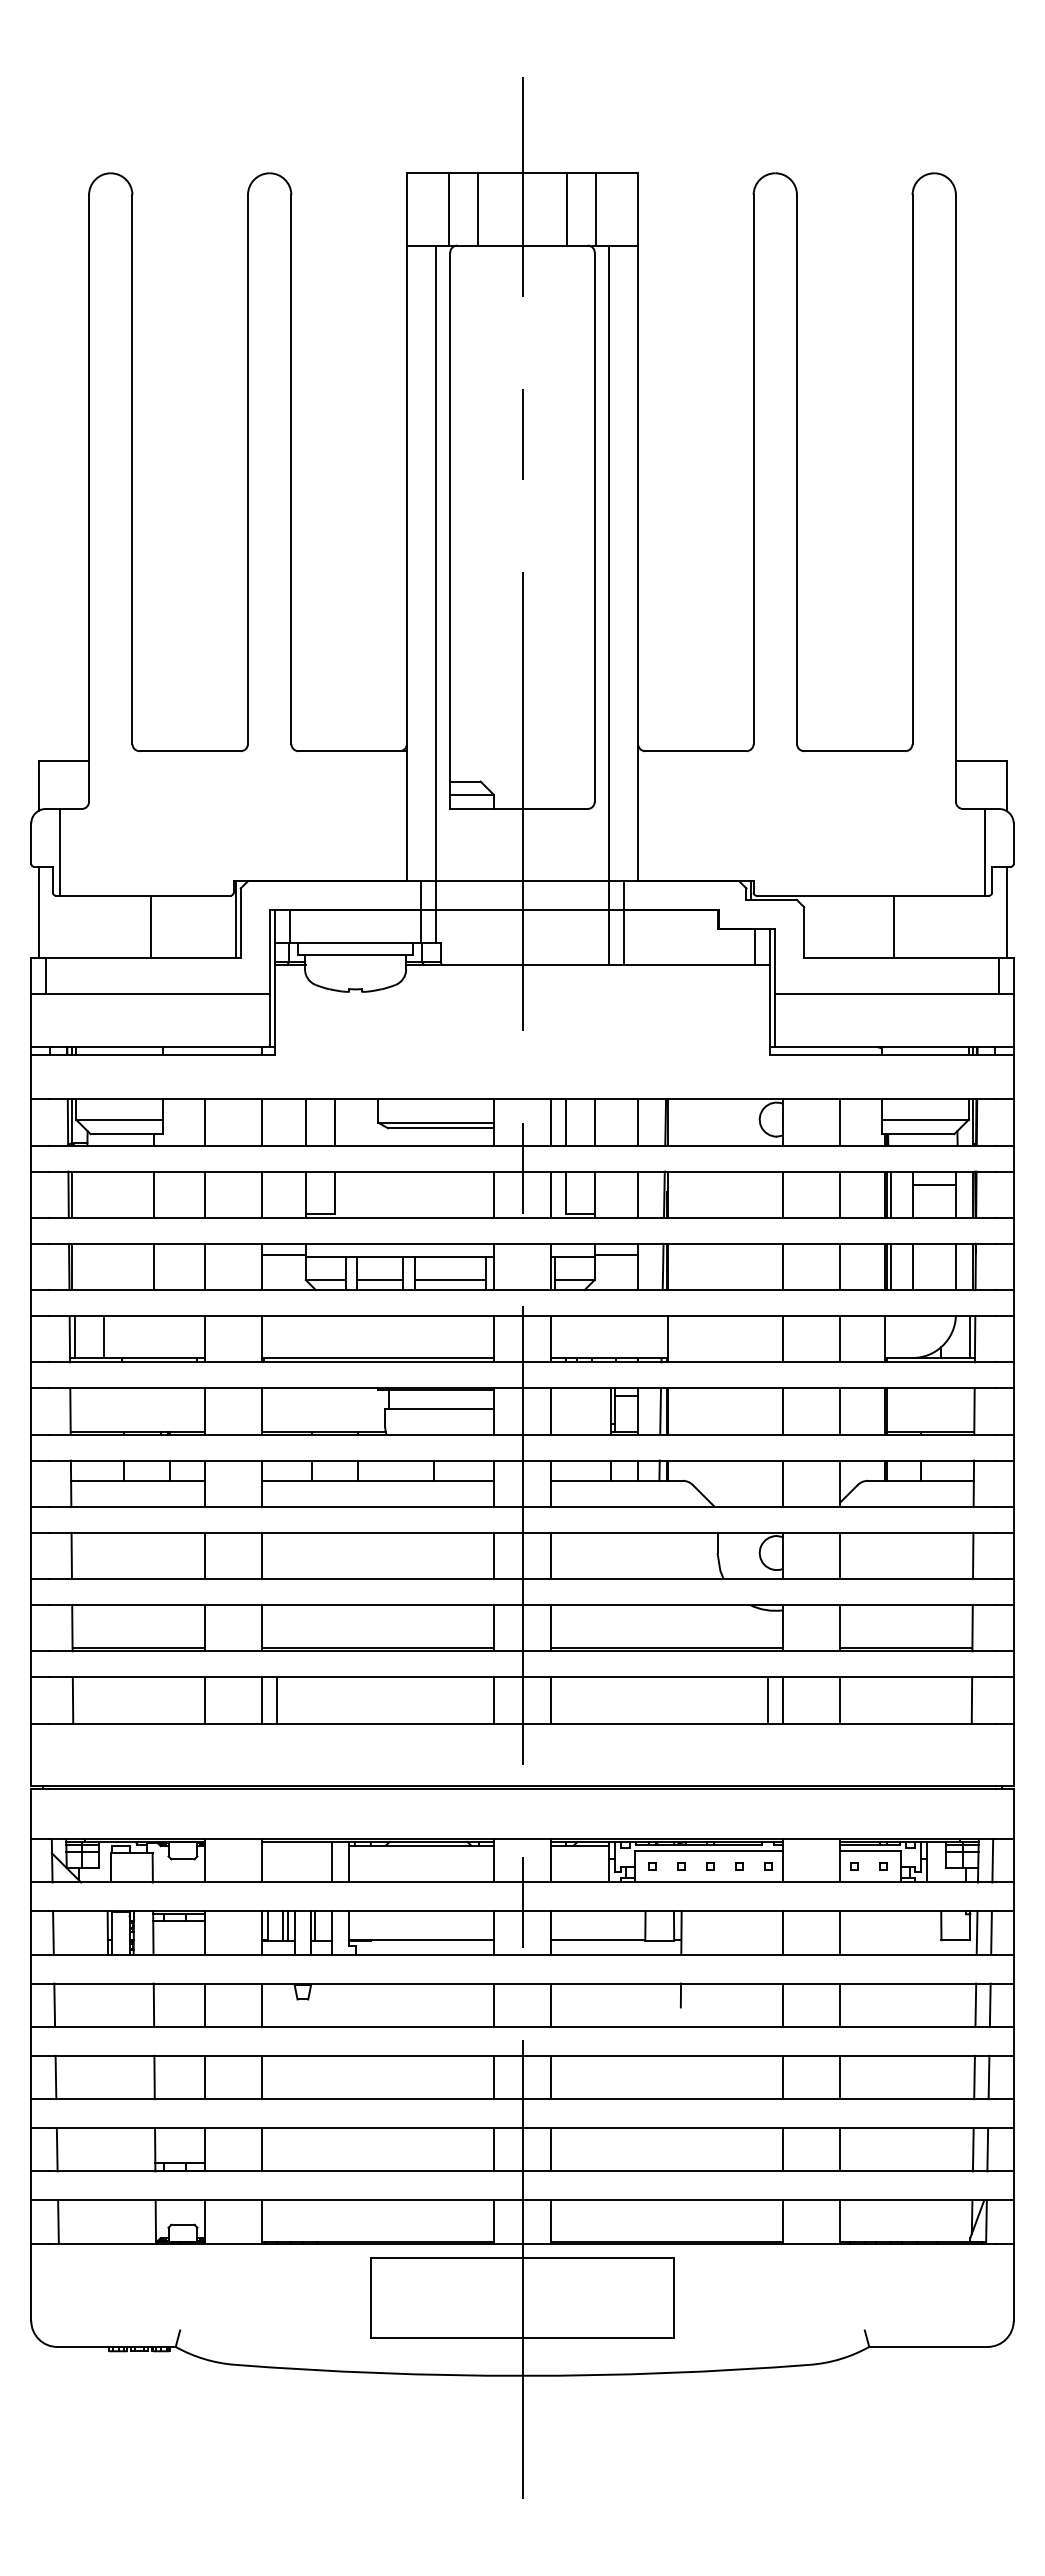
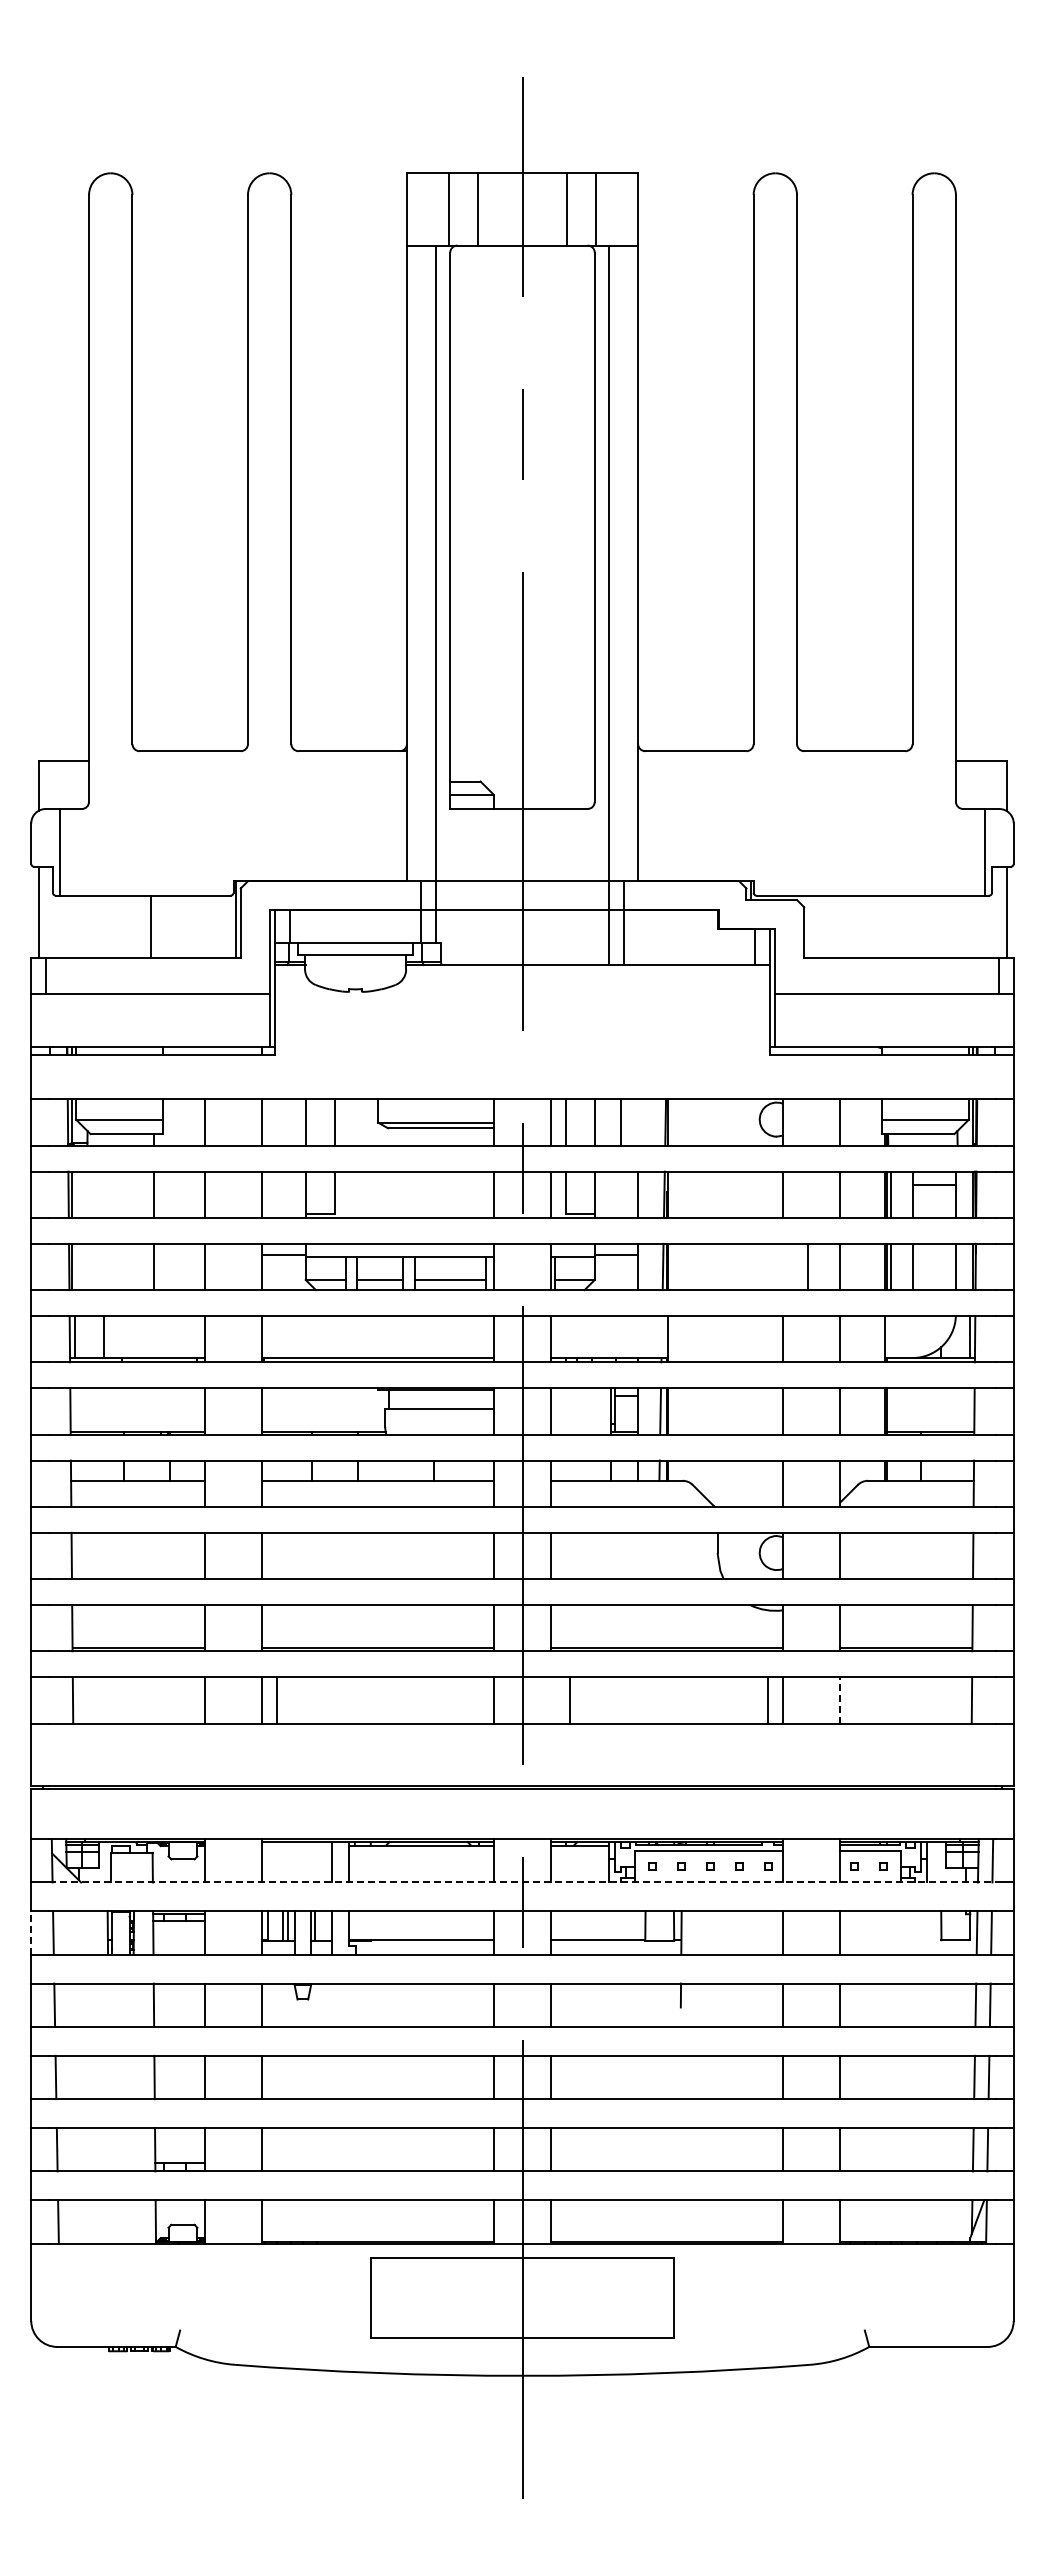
line at (893, 926): present -> none
line at (638, 1122) position: (638, 1122) -> (621, 1122)
line at (782, 1266) position: (782, 1266) -> (807, 1266)
line at (840, 1699): solid -> dashed
line at (551, 1700) position: (551, 1700) -> (570, 1700)
line at (522, 1882): solid -> dashed
line at (31, 1933): solid -> dashed
